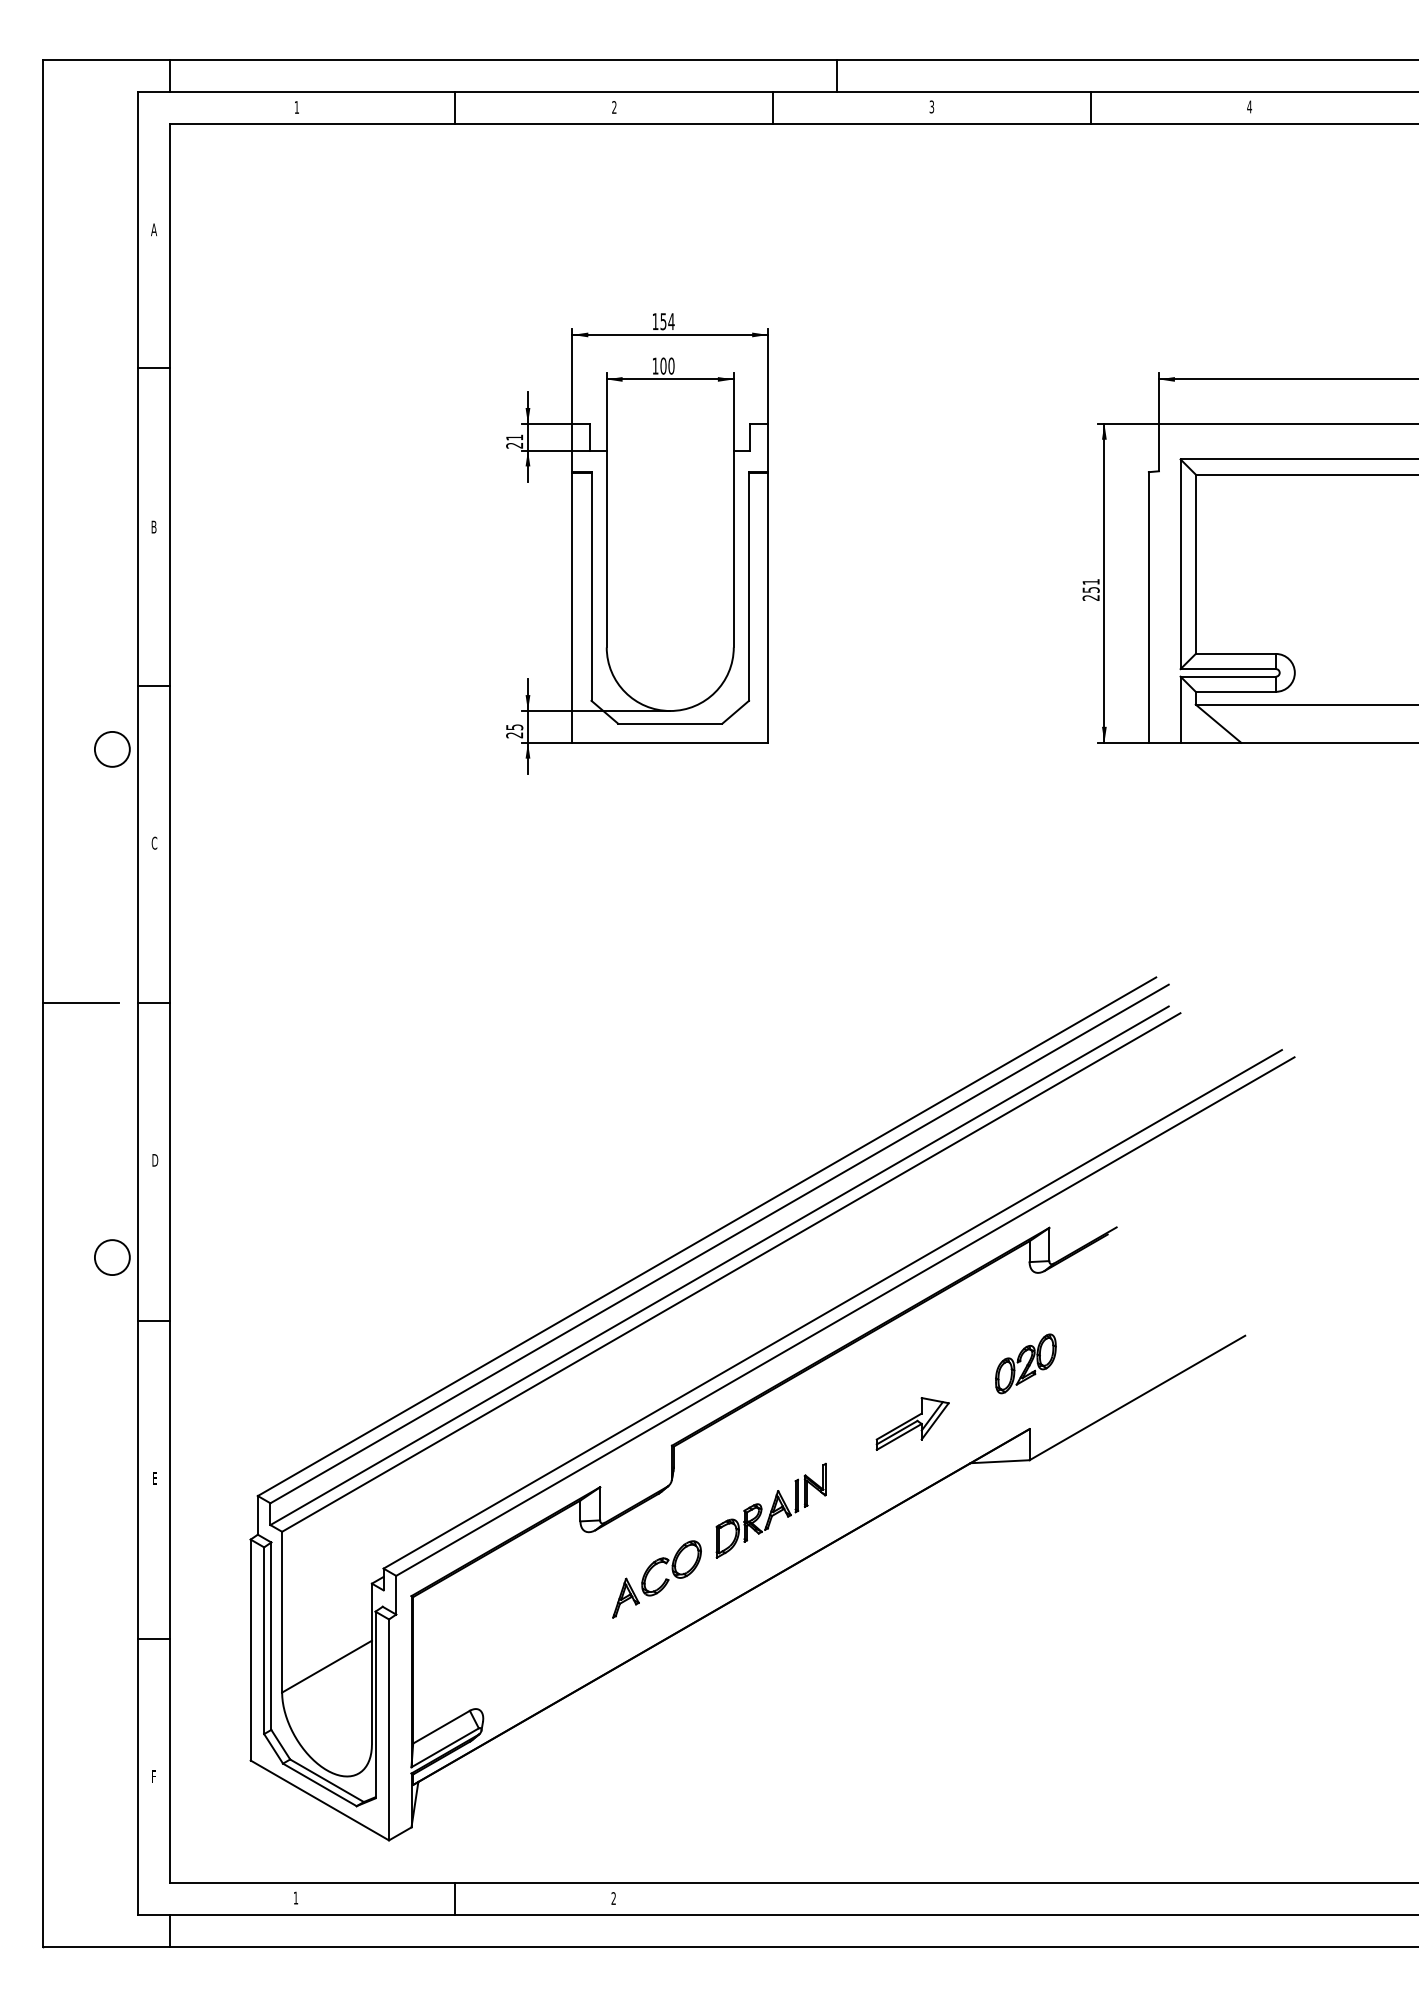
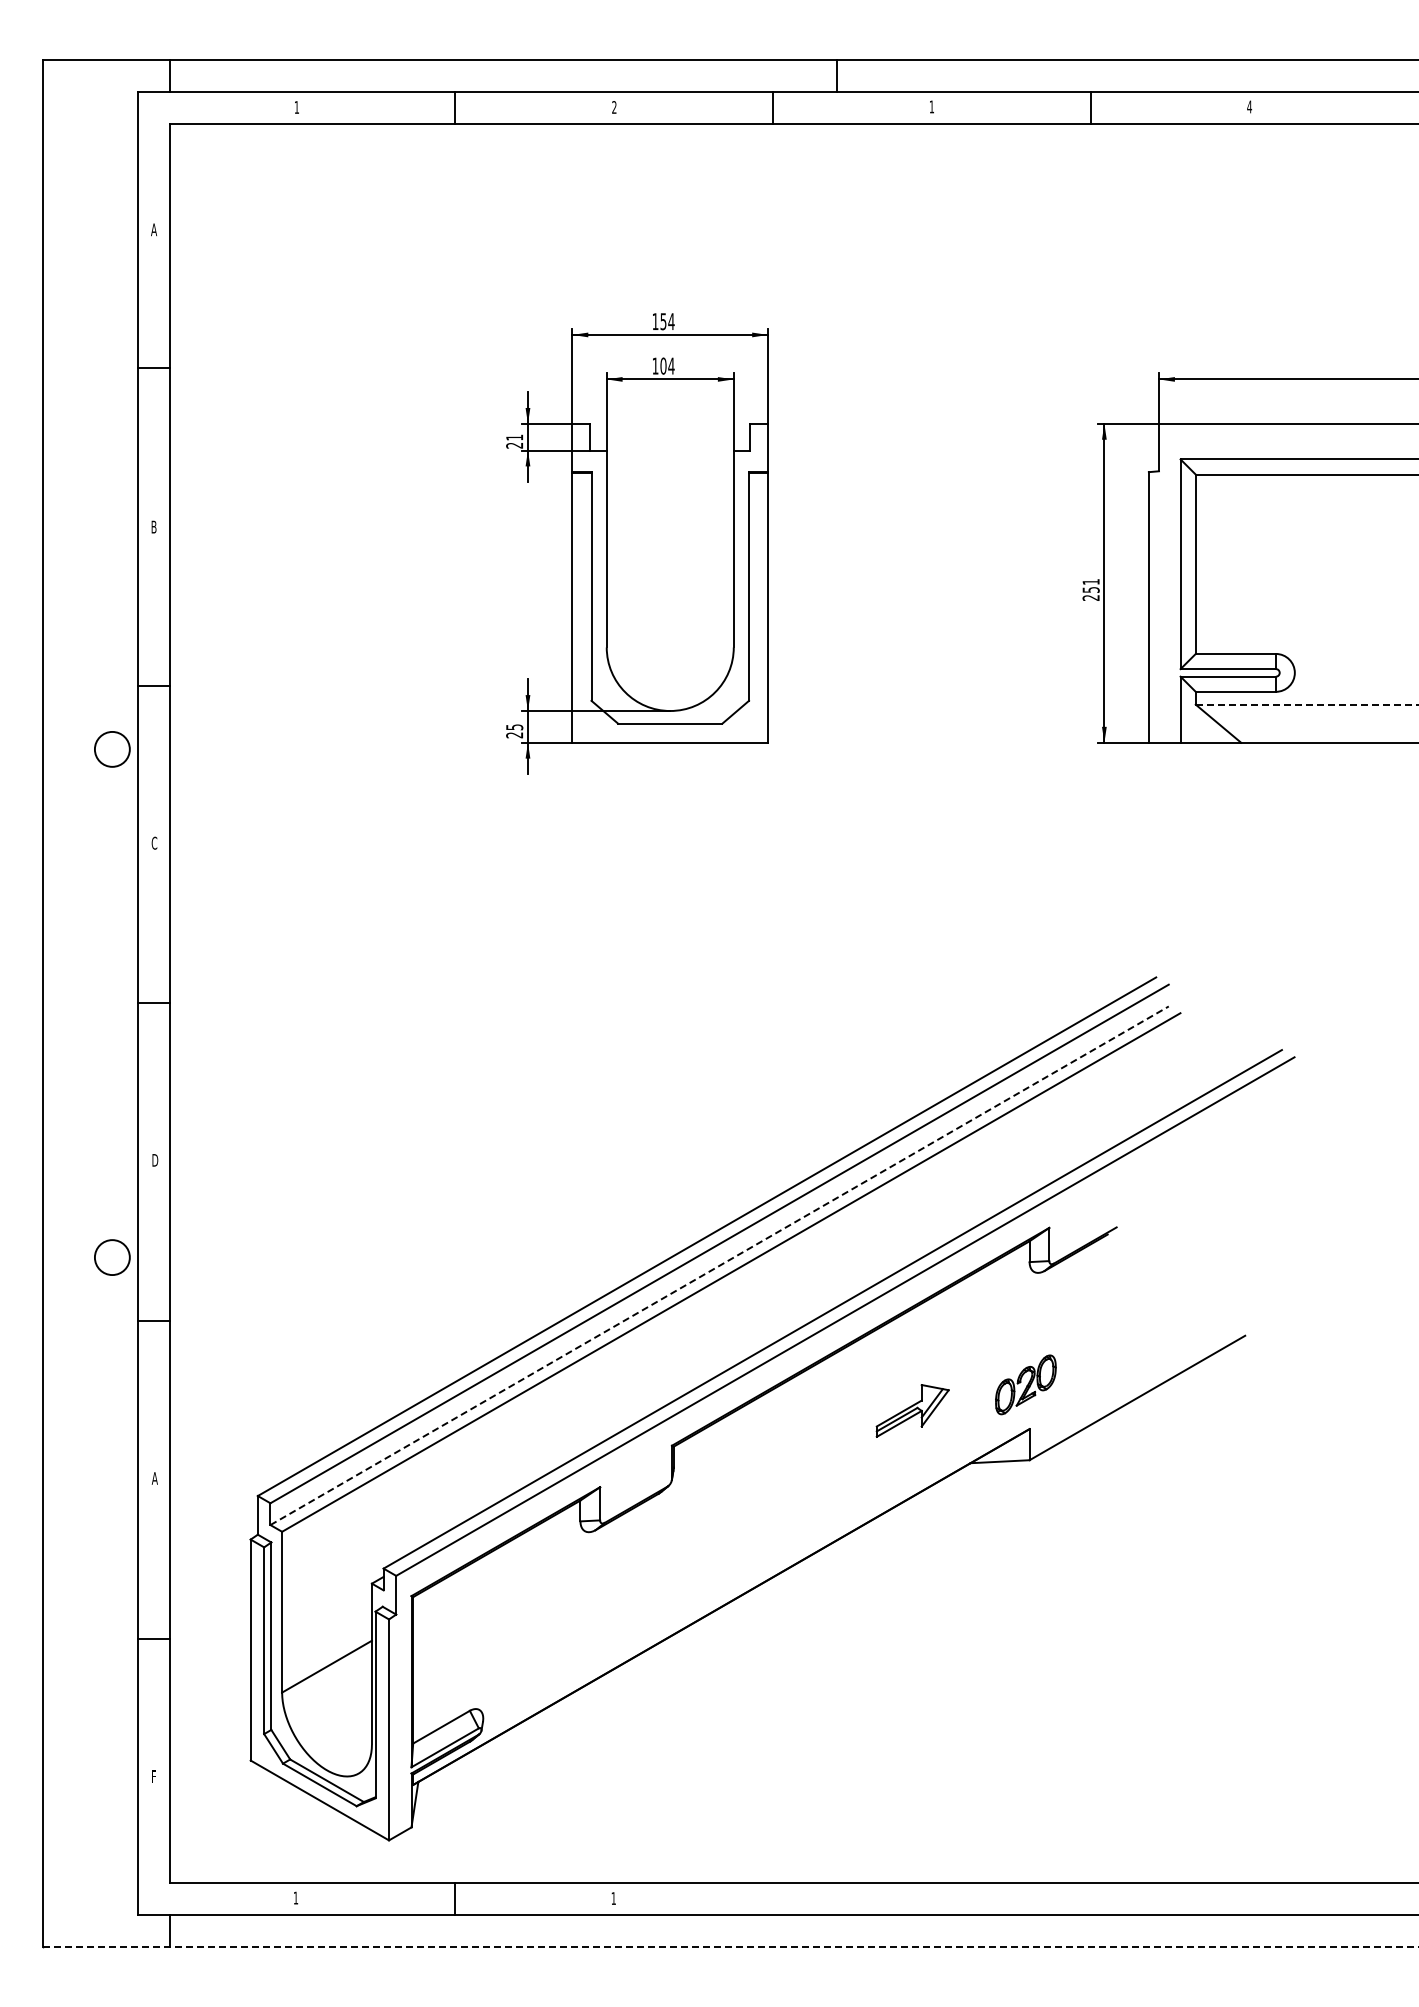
text at (931, 106): 3 -> 1
text at (671, 365): 100 -> 104
line at (1307, 704): solid -> dashed
line at (80, 1003): present -> none
line at (719, 1265): solid -> dashed
part at (1025, 1363) position: (1025, 1363) -> (1025, 1384)
part at (912, 1423) position: (912, 1423) -> (912, 1410)
text at (154, 1478): E -> A
part at (770, 1510): present -> none
part at (661, 1584): present -> none
text at (613, 1898): 2 -> 1
line at (730, 1946): solid -> dashed
